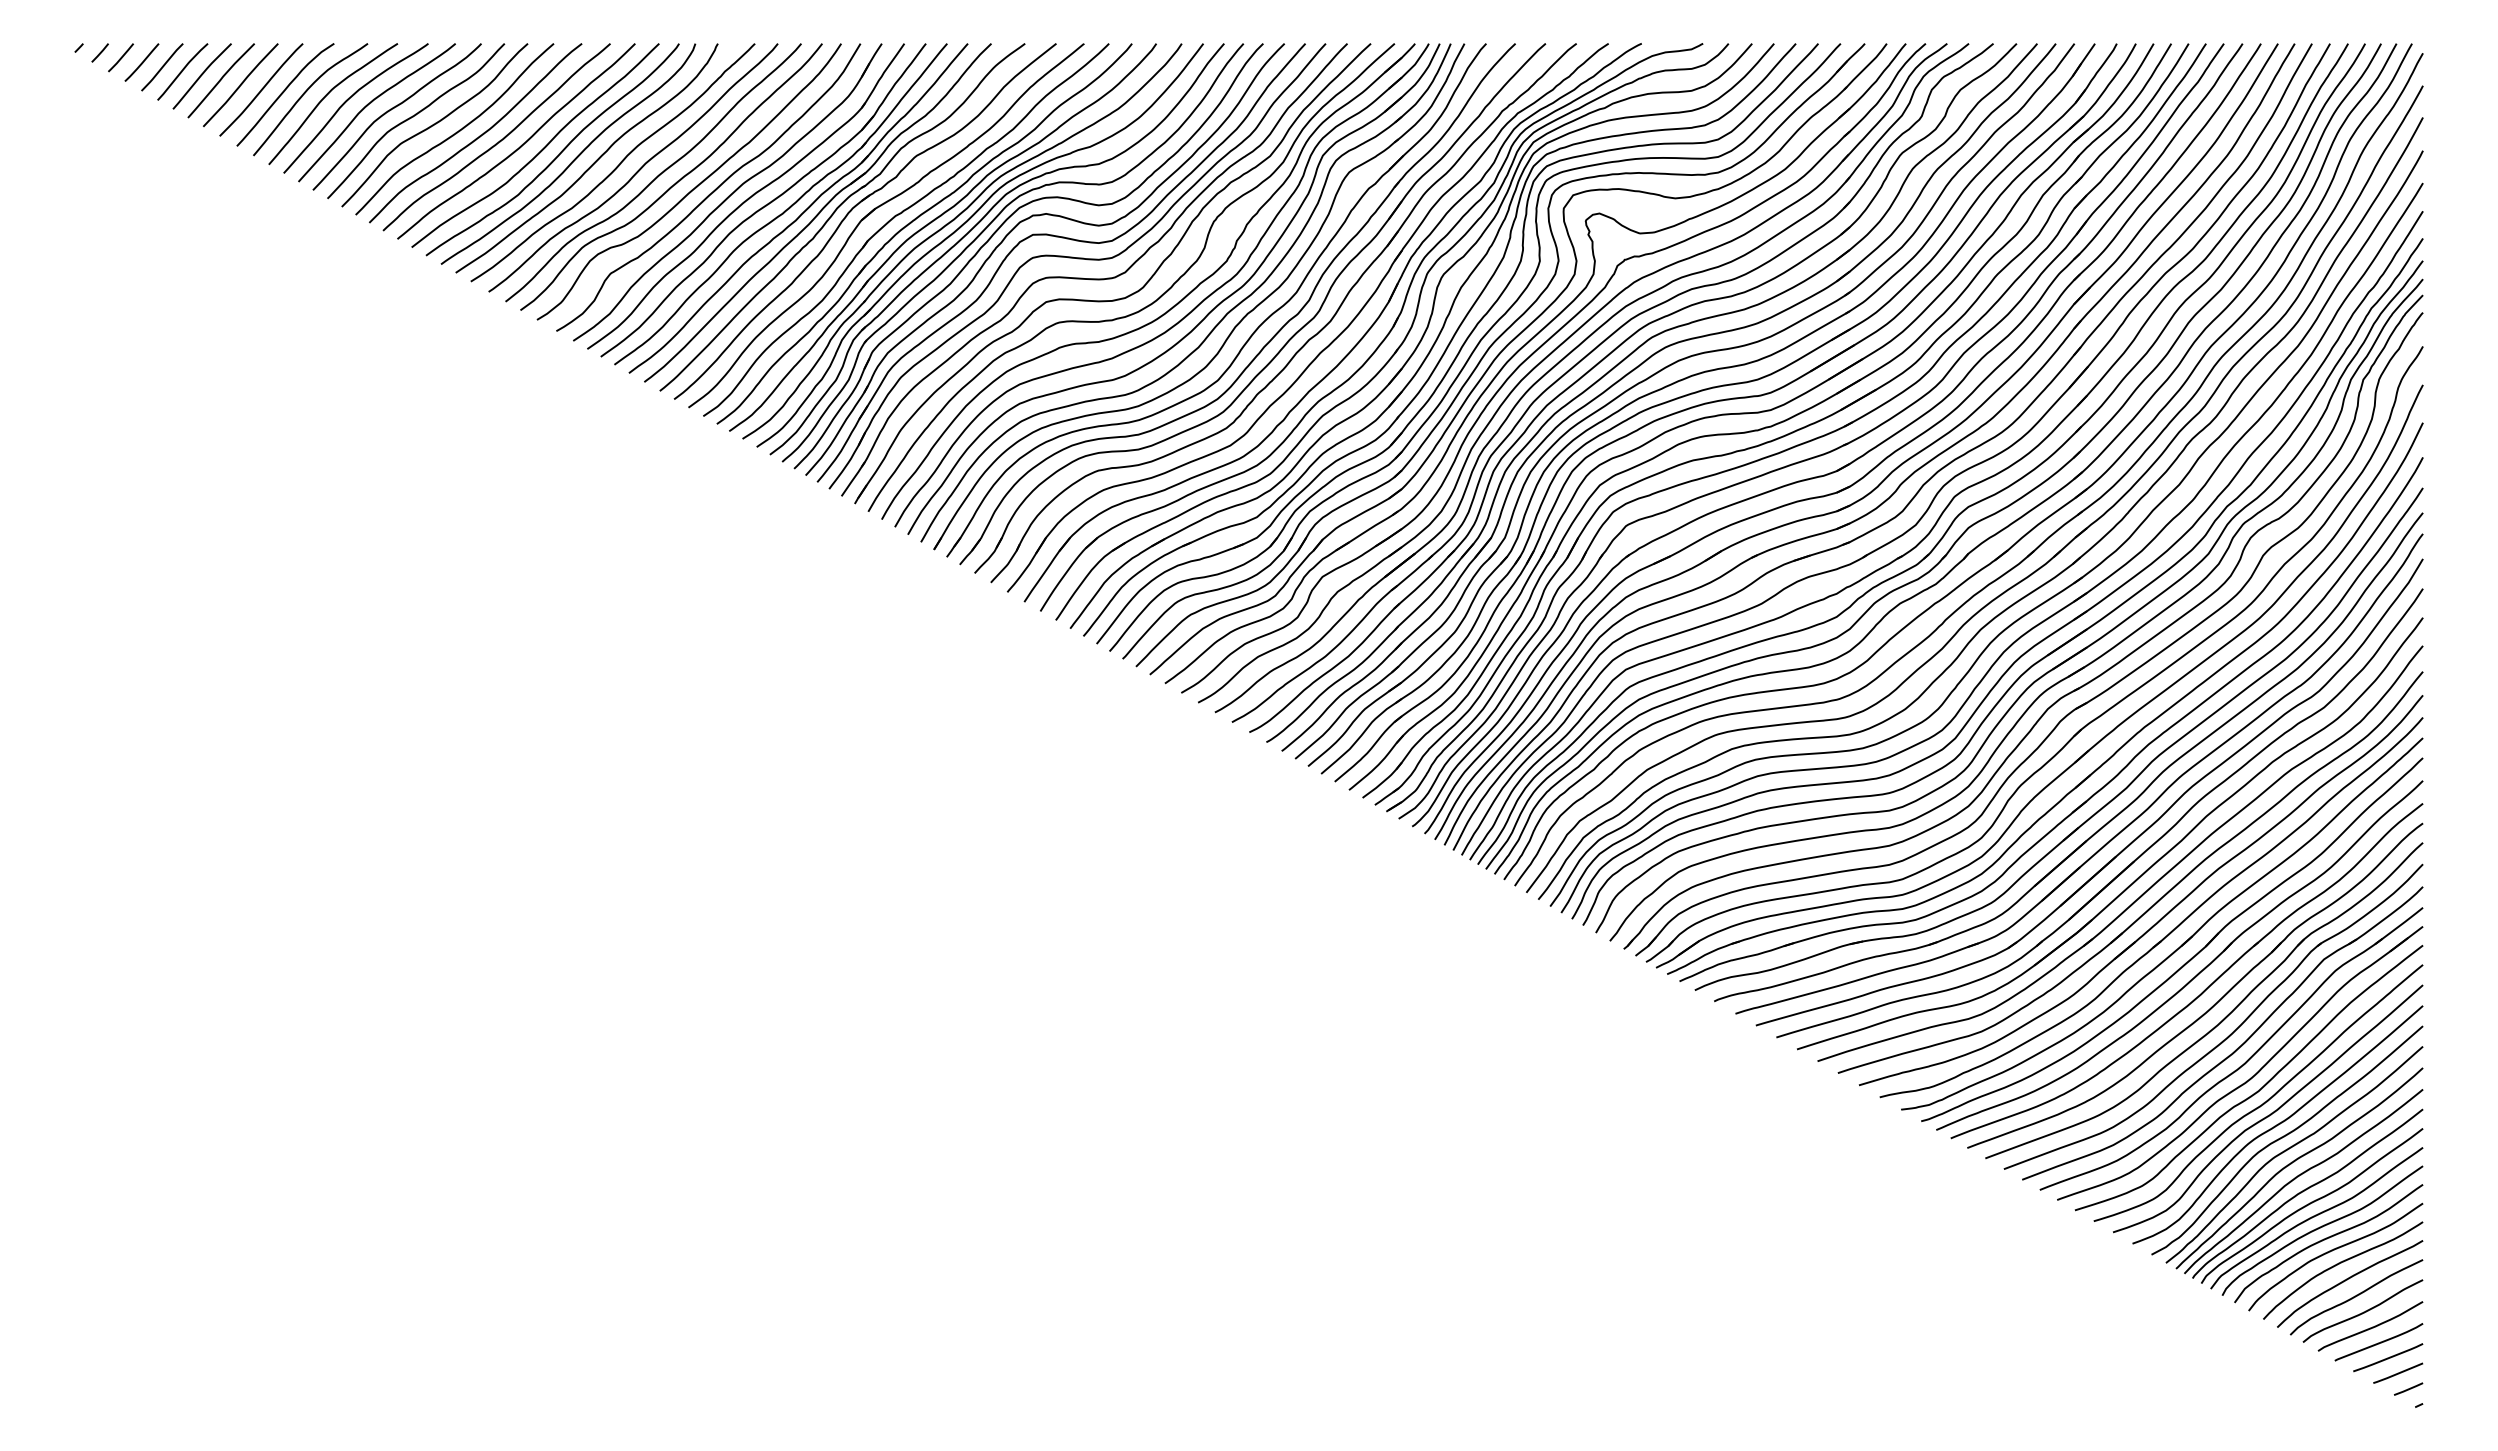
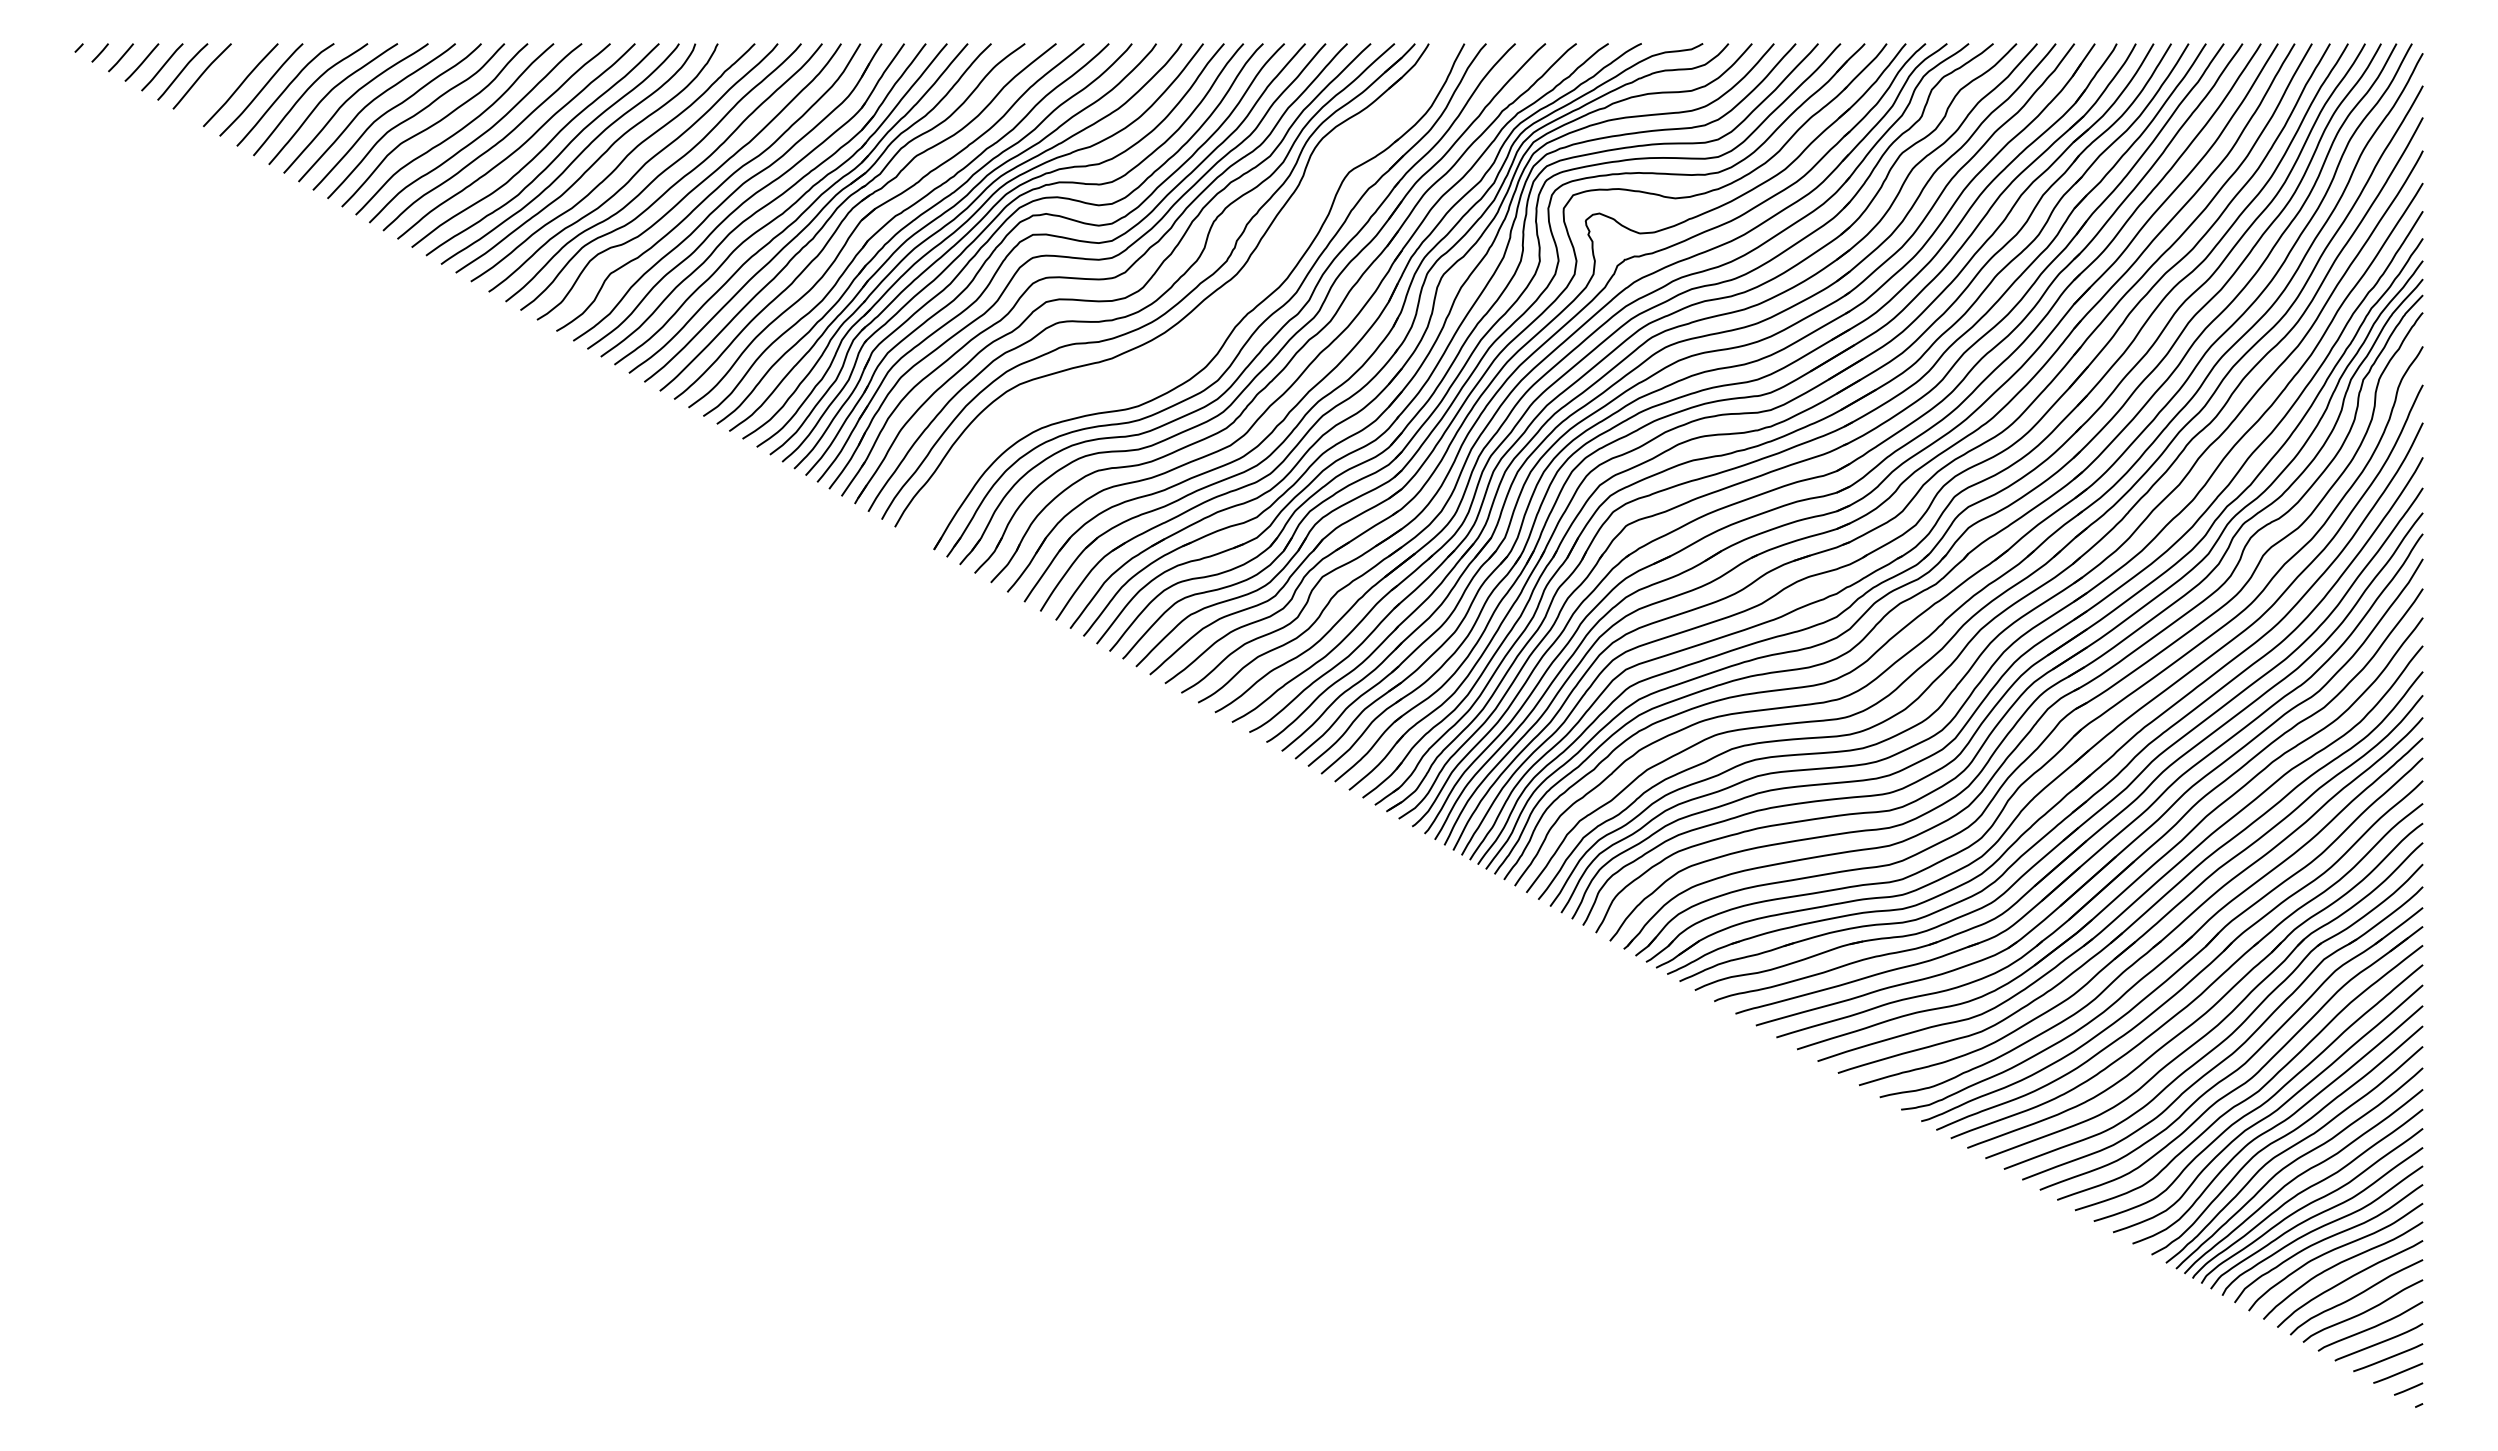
curve at (220, 80): present -> none
part at (1205, 315): present -> none
